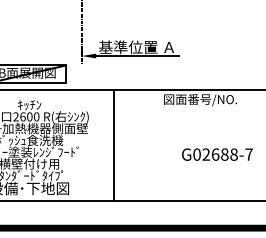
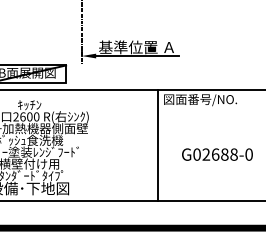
line at (113, 145) position: (113, 145) -> (157, 145)
text at (248, 154): G02688-7 -> G02688-0
